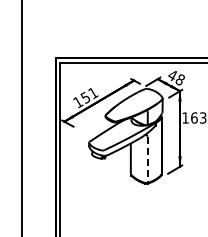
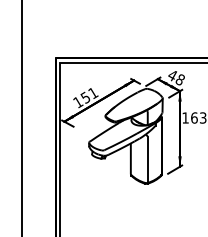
line at (147, 160): dashed -> solid
